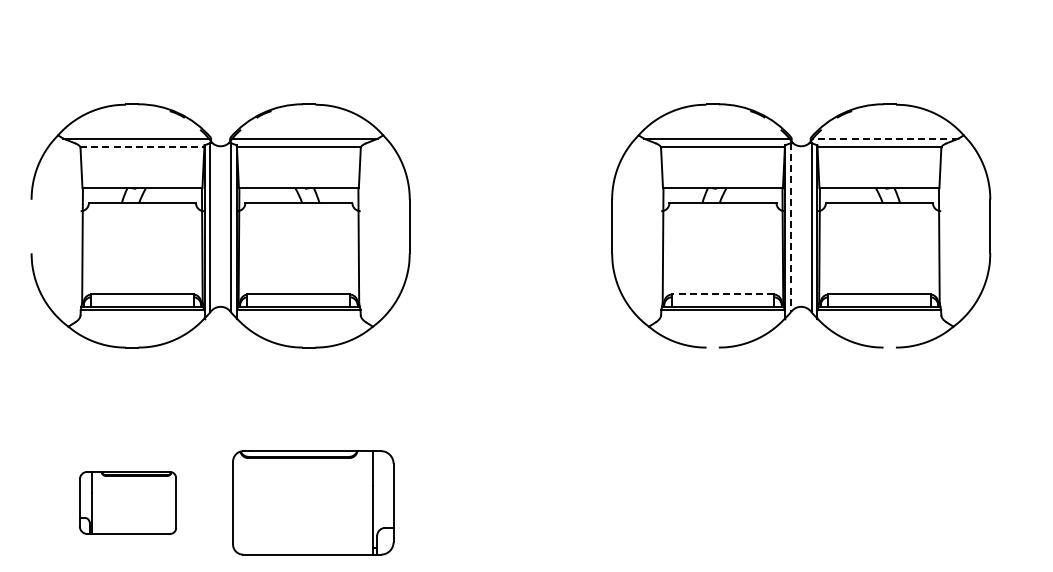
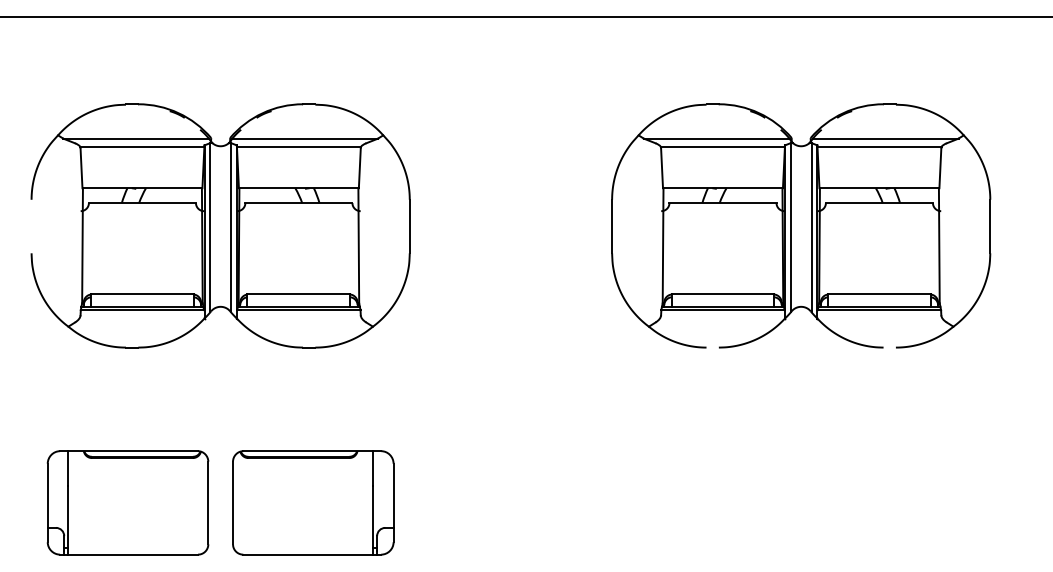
line at (525, 17): none -> present
line at (885, 138): dashed -> solid
line at (142, 146): dashed -> solid
line at (790, 227): dashed -> solid
line at (722, 293): dashed -> solid
part at (128, 502) size: 99x64 px -> 164x106 px
